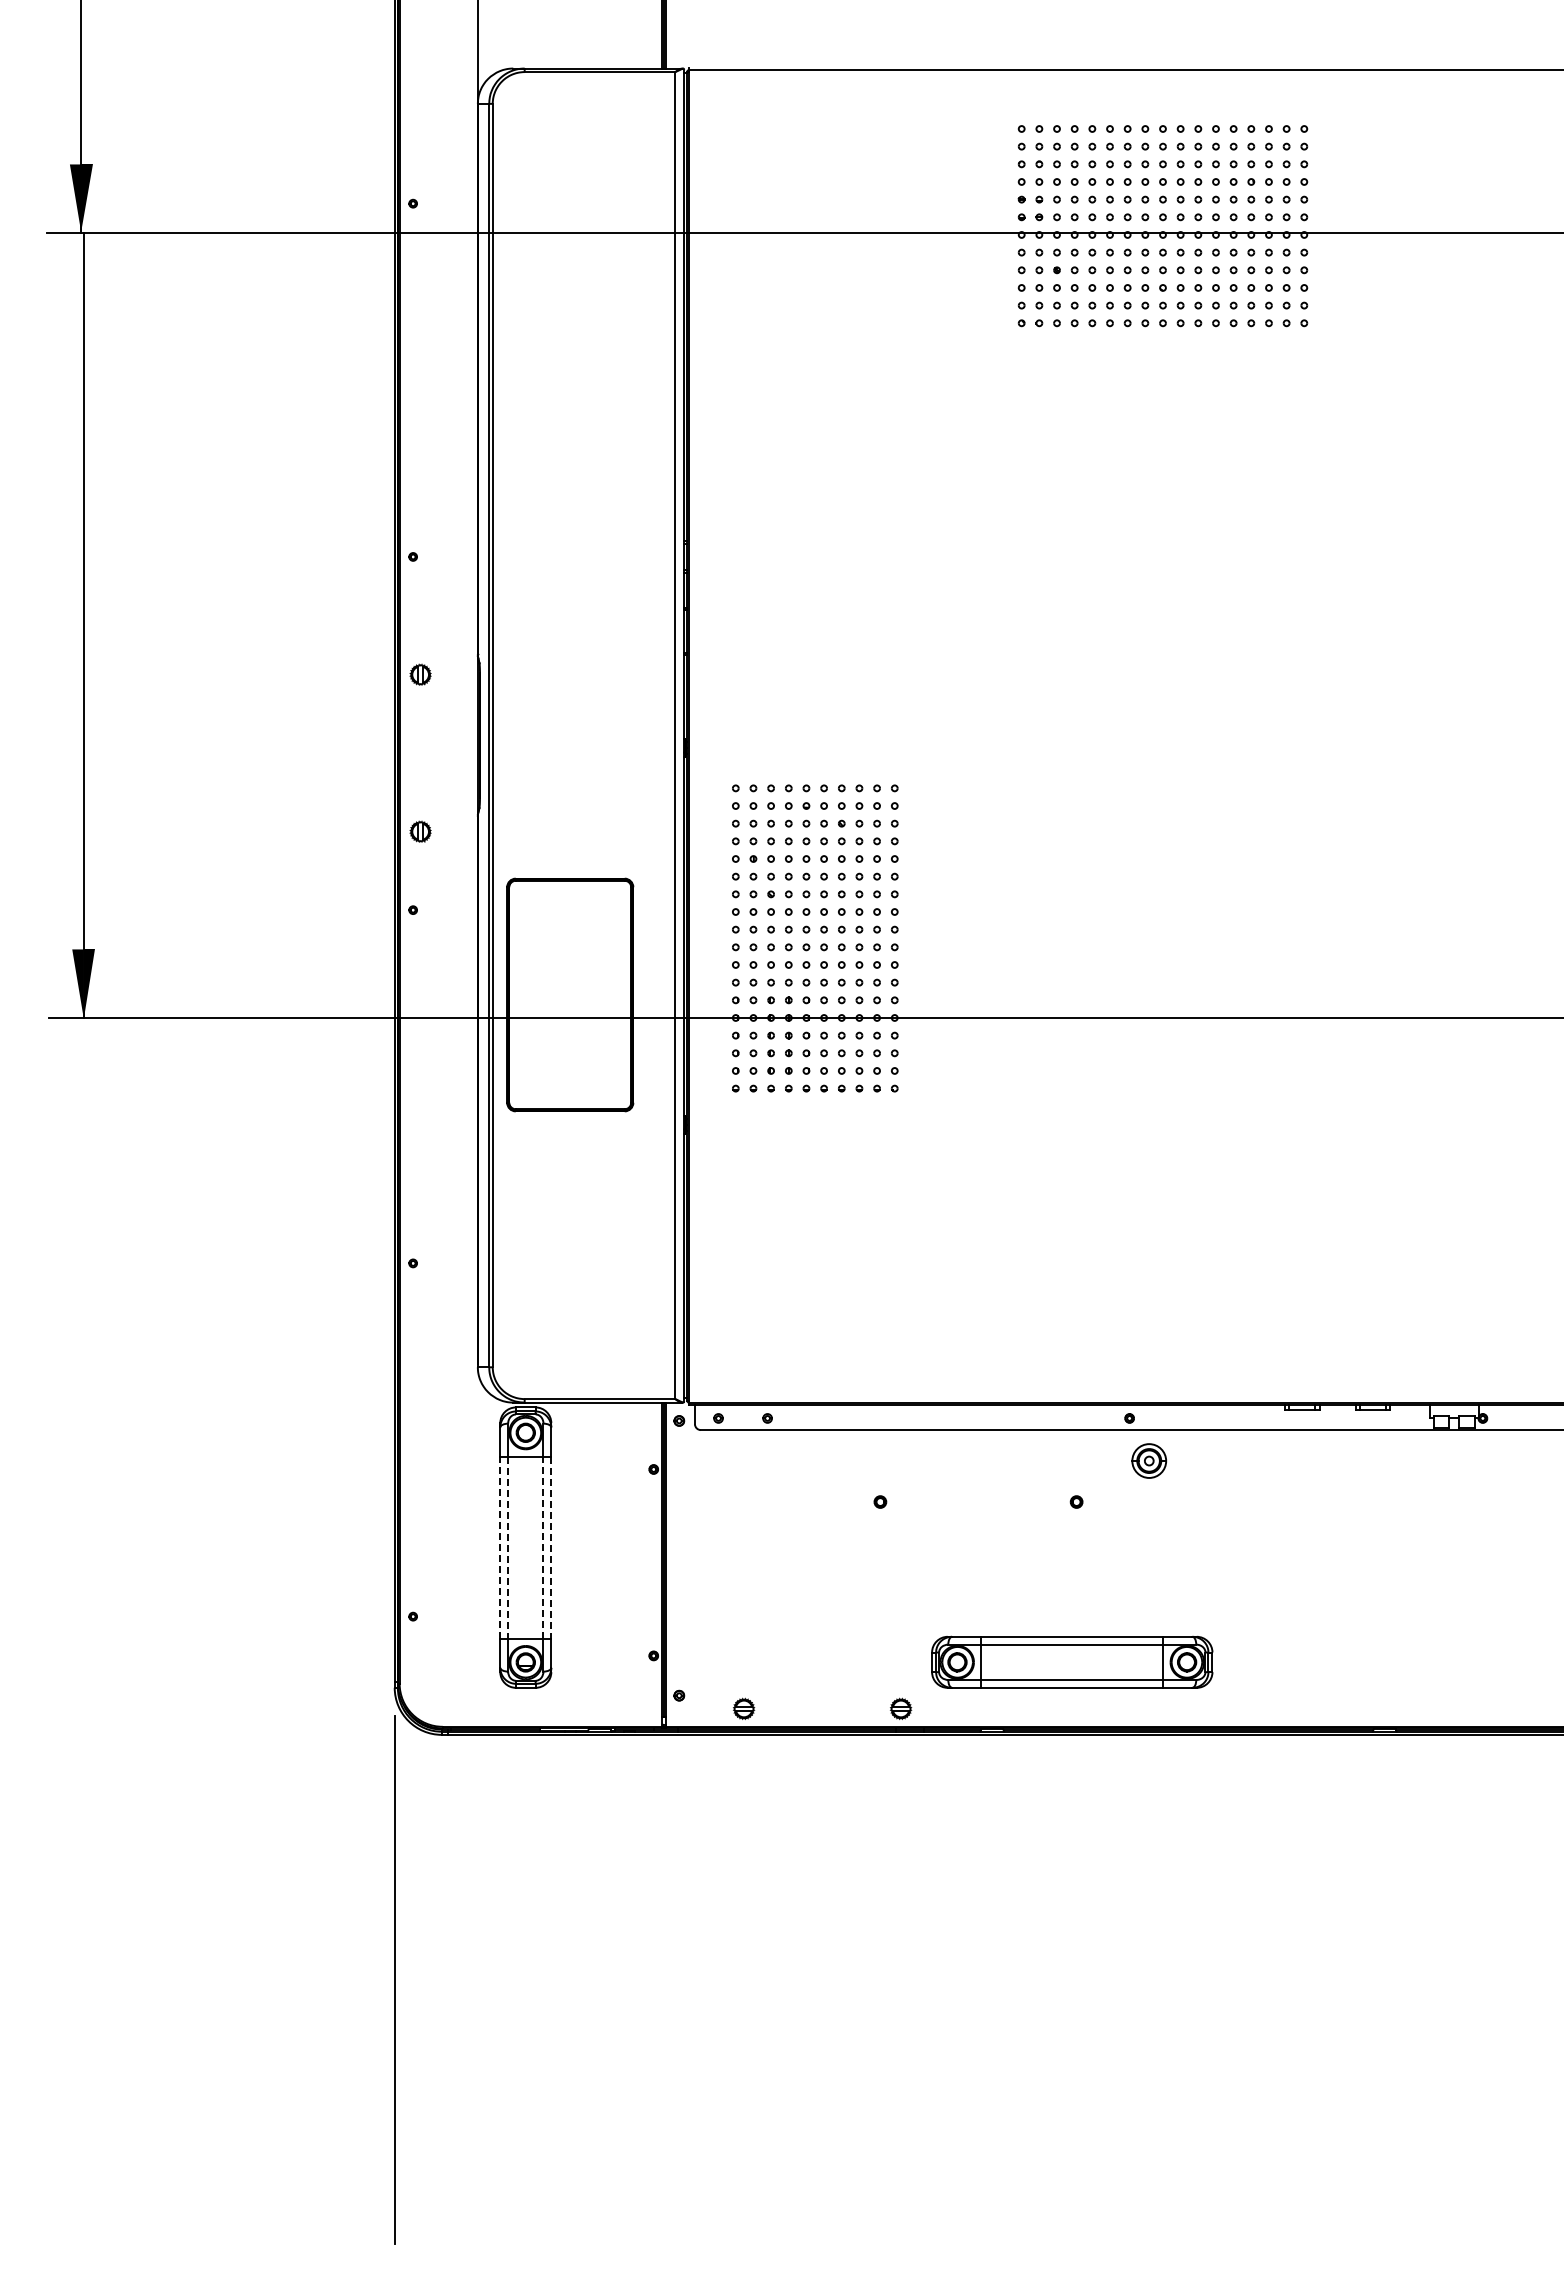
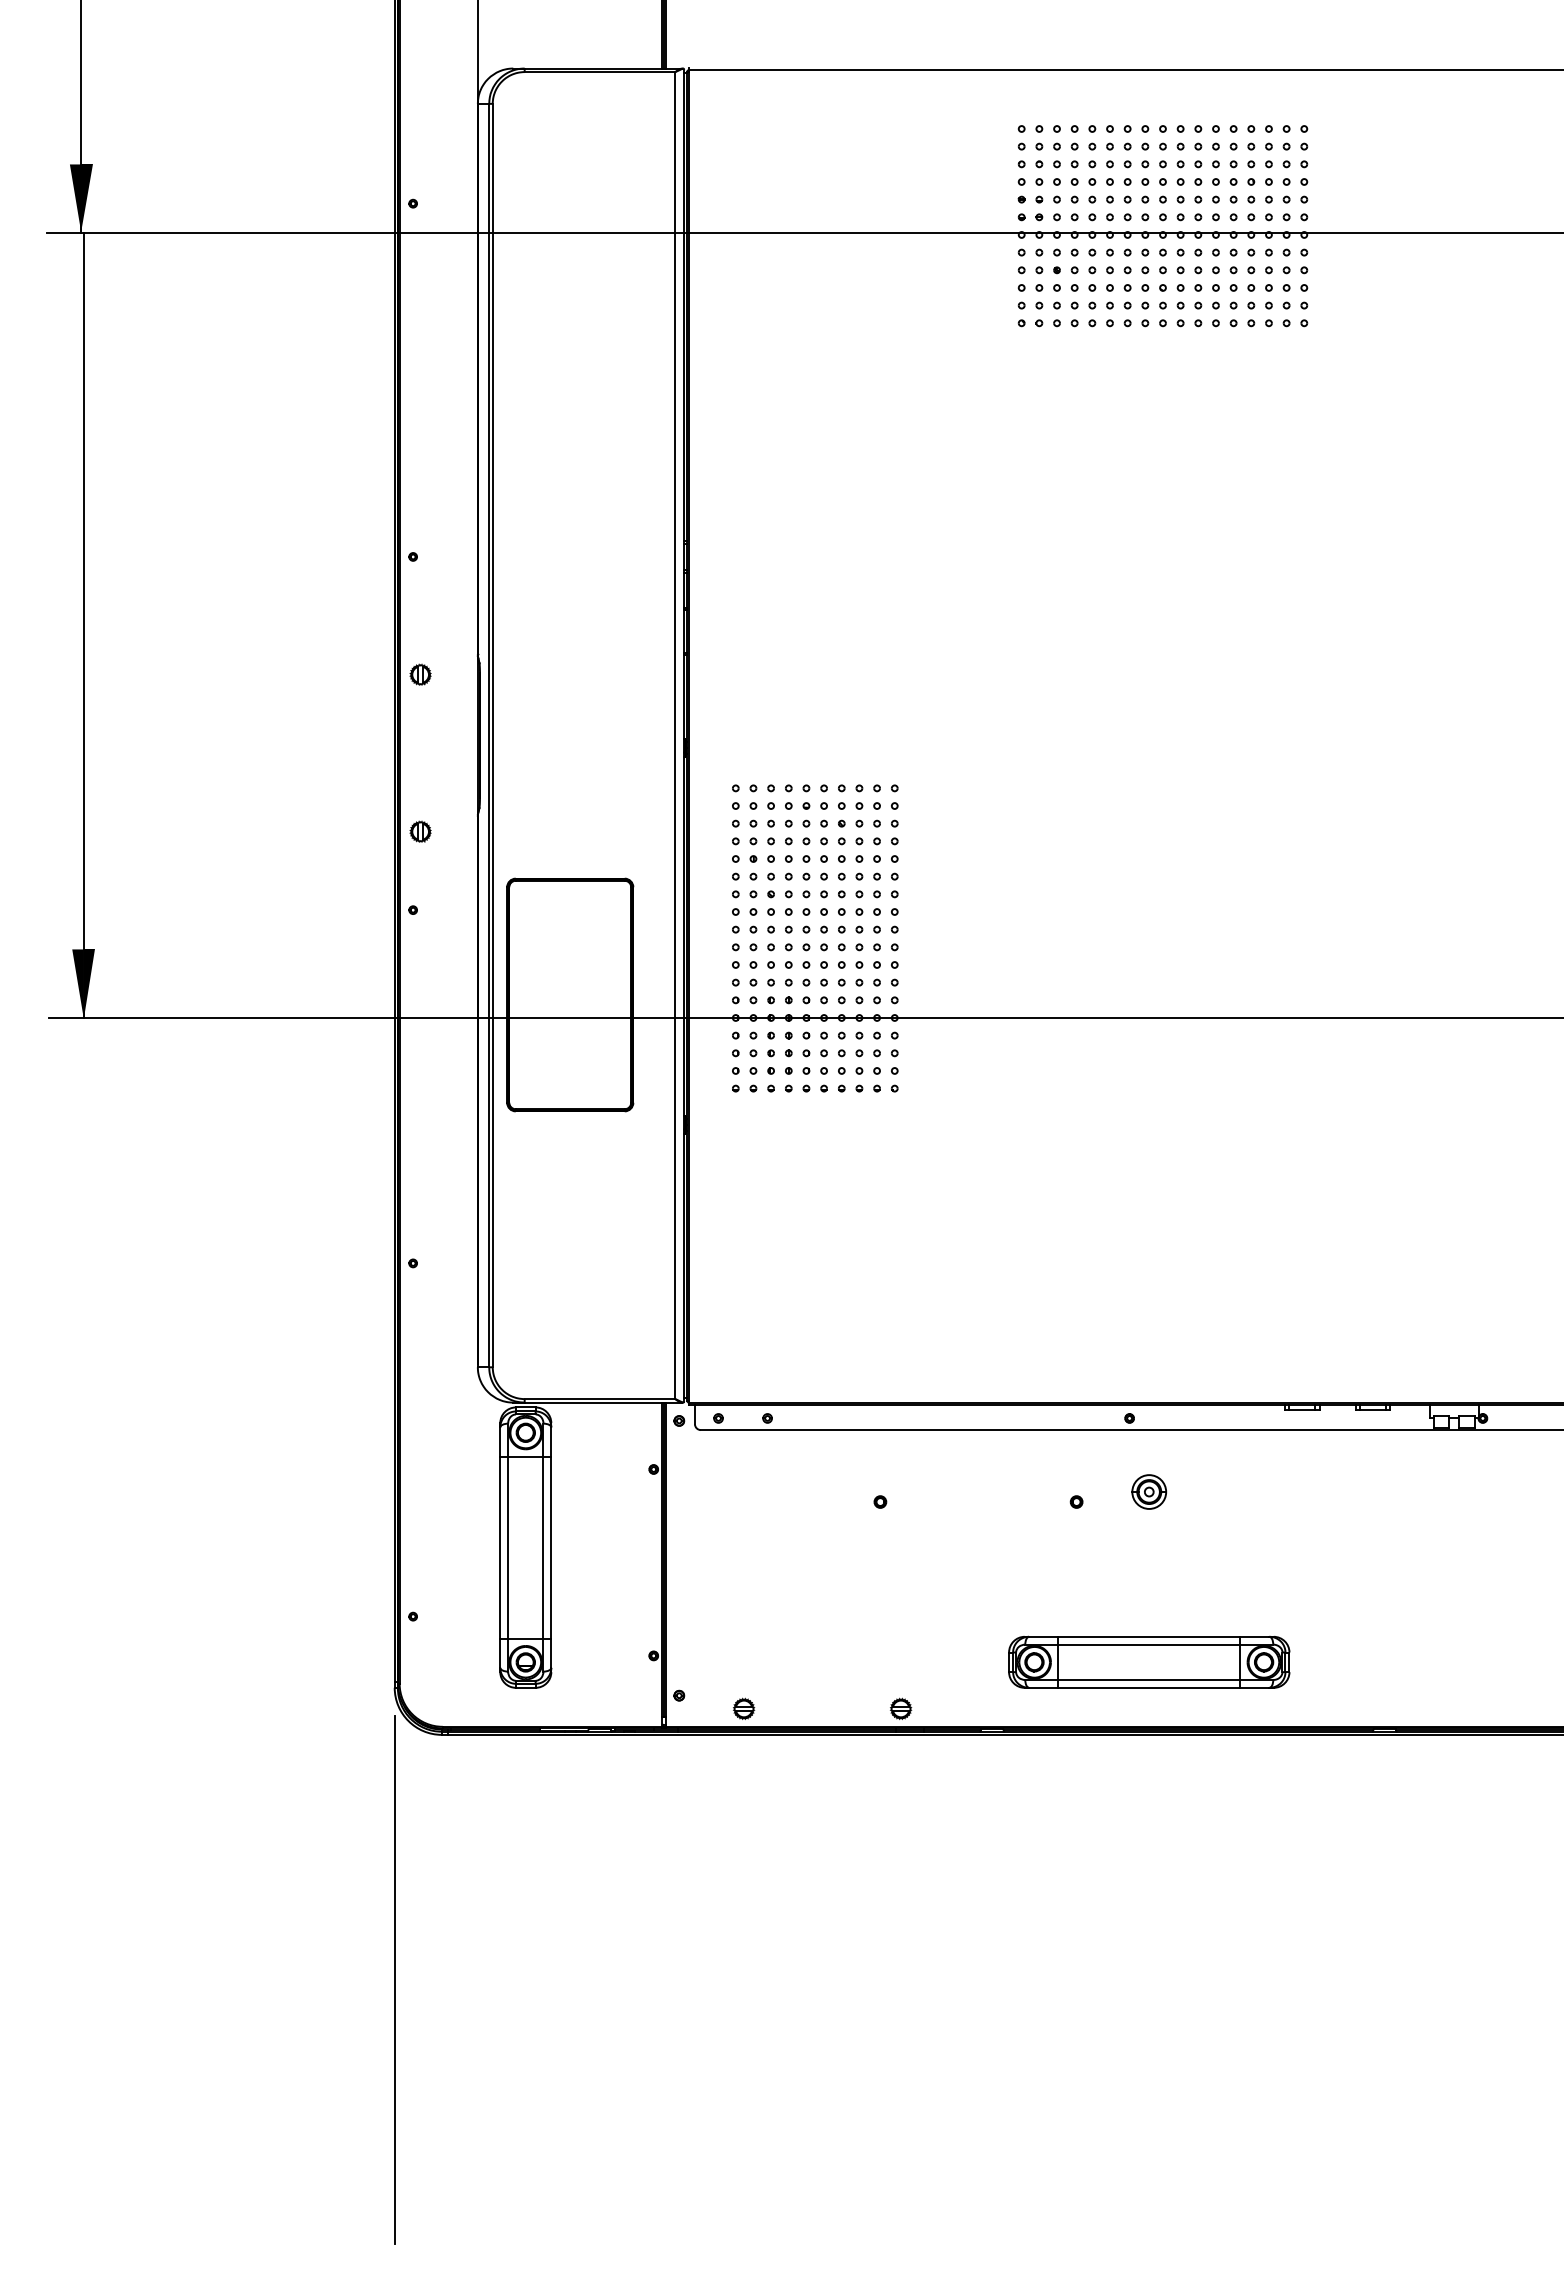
part at (1149, 1460) position: (1149, 1460) -> (1149, 1491)
line at (500, 1547): dashed -> solid
line at (508, 1547): dashed -> solid
line at (543, 1547): dashed -> solid
line at (551, 1547): dashed -> solid
part at (1072, 1661) position: (1072, 1661) -> (1149, 1661)
